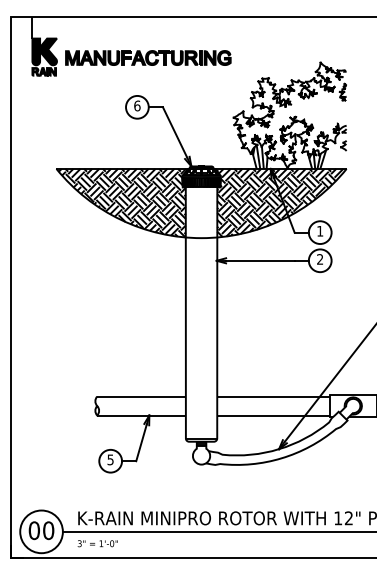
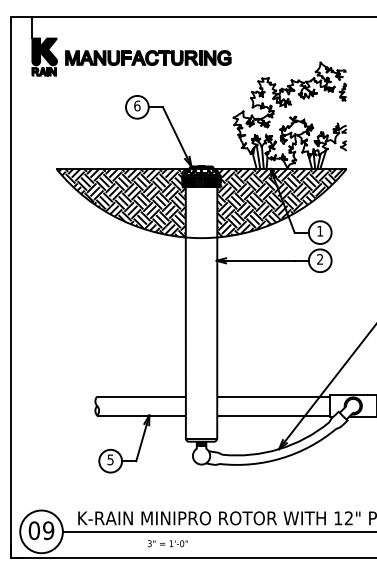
text at (48, 530): 00 -> 09
text at (97, 543) position: (97, 543) -> (167, 543)
